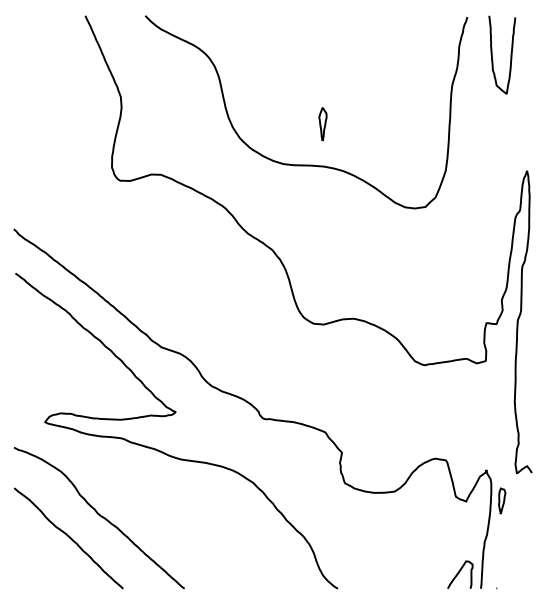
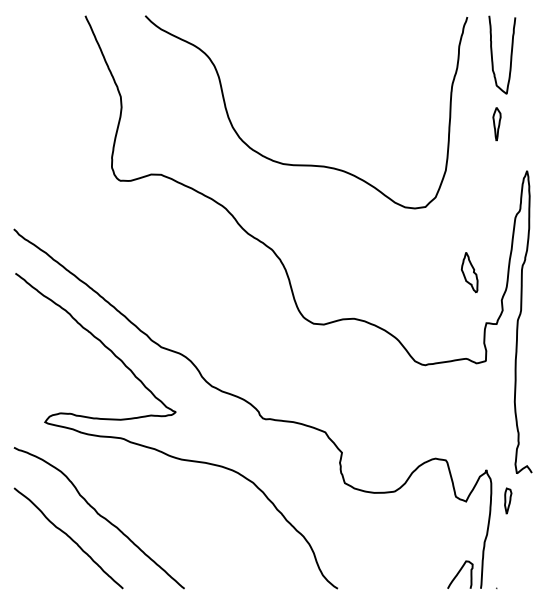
part at (322, 124) position: (322, 124) -> (496, 124)
part at (469, 272): none -> present
part at (502, 500) position: (502, 500) -> (508, 500)
